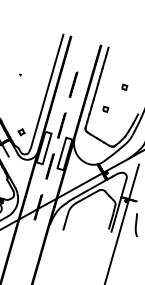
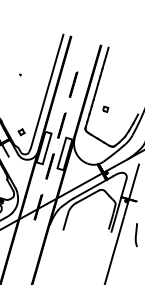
part at (124, 86): present -> none
curve at (135, 225) position: (135, 225) -> (135, 235)
